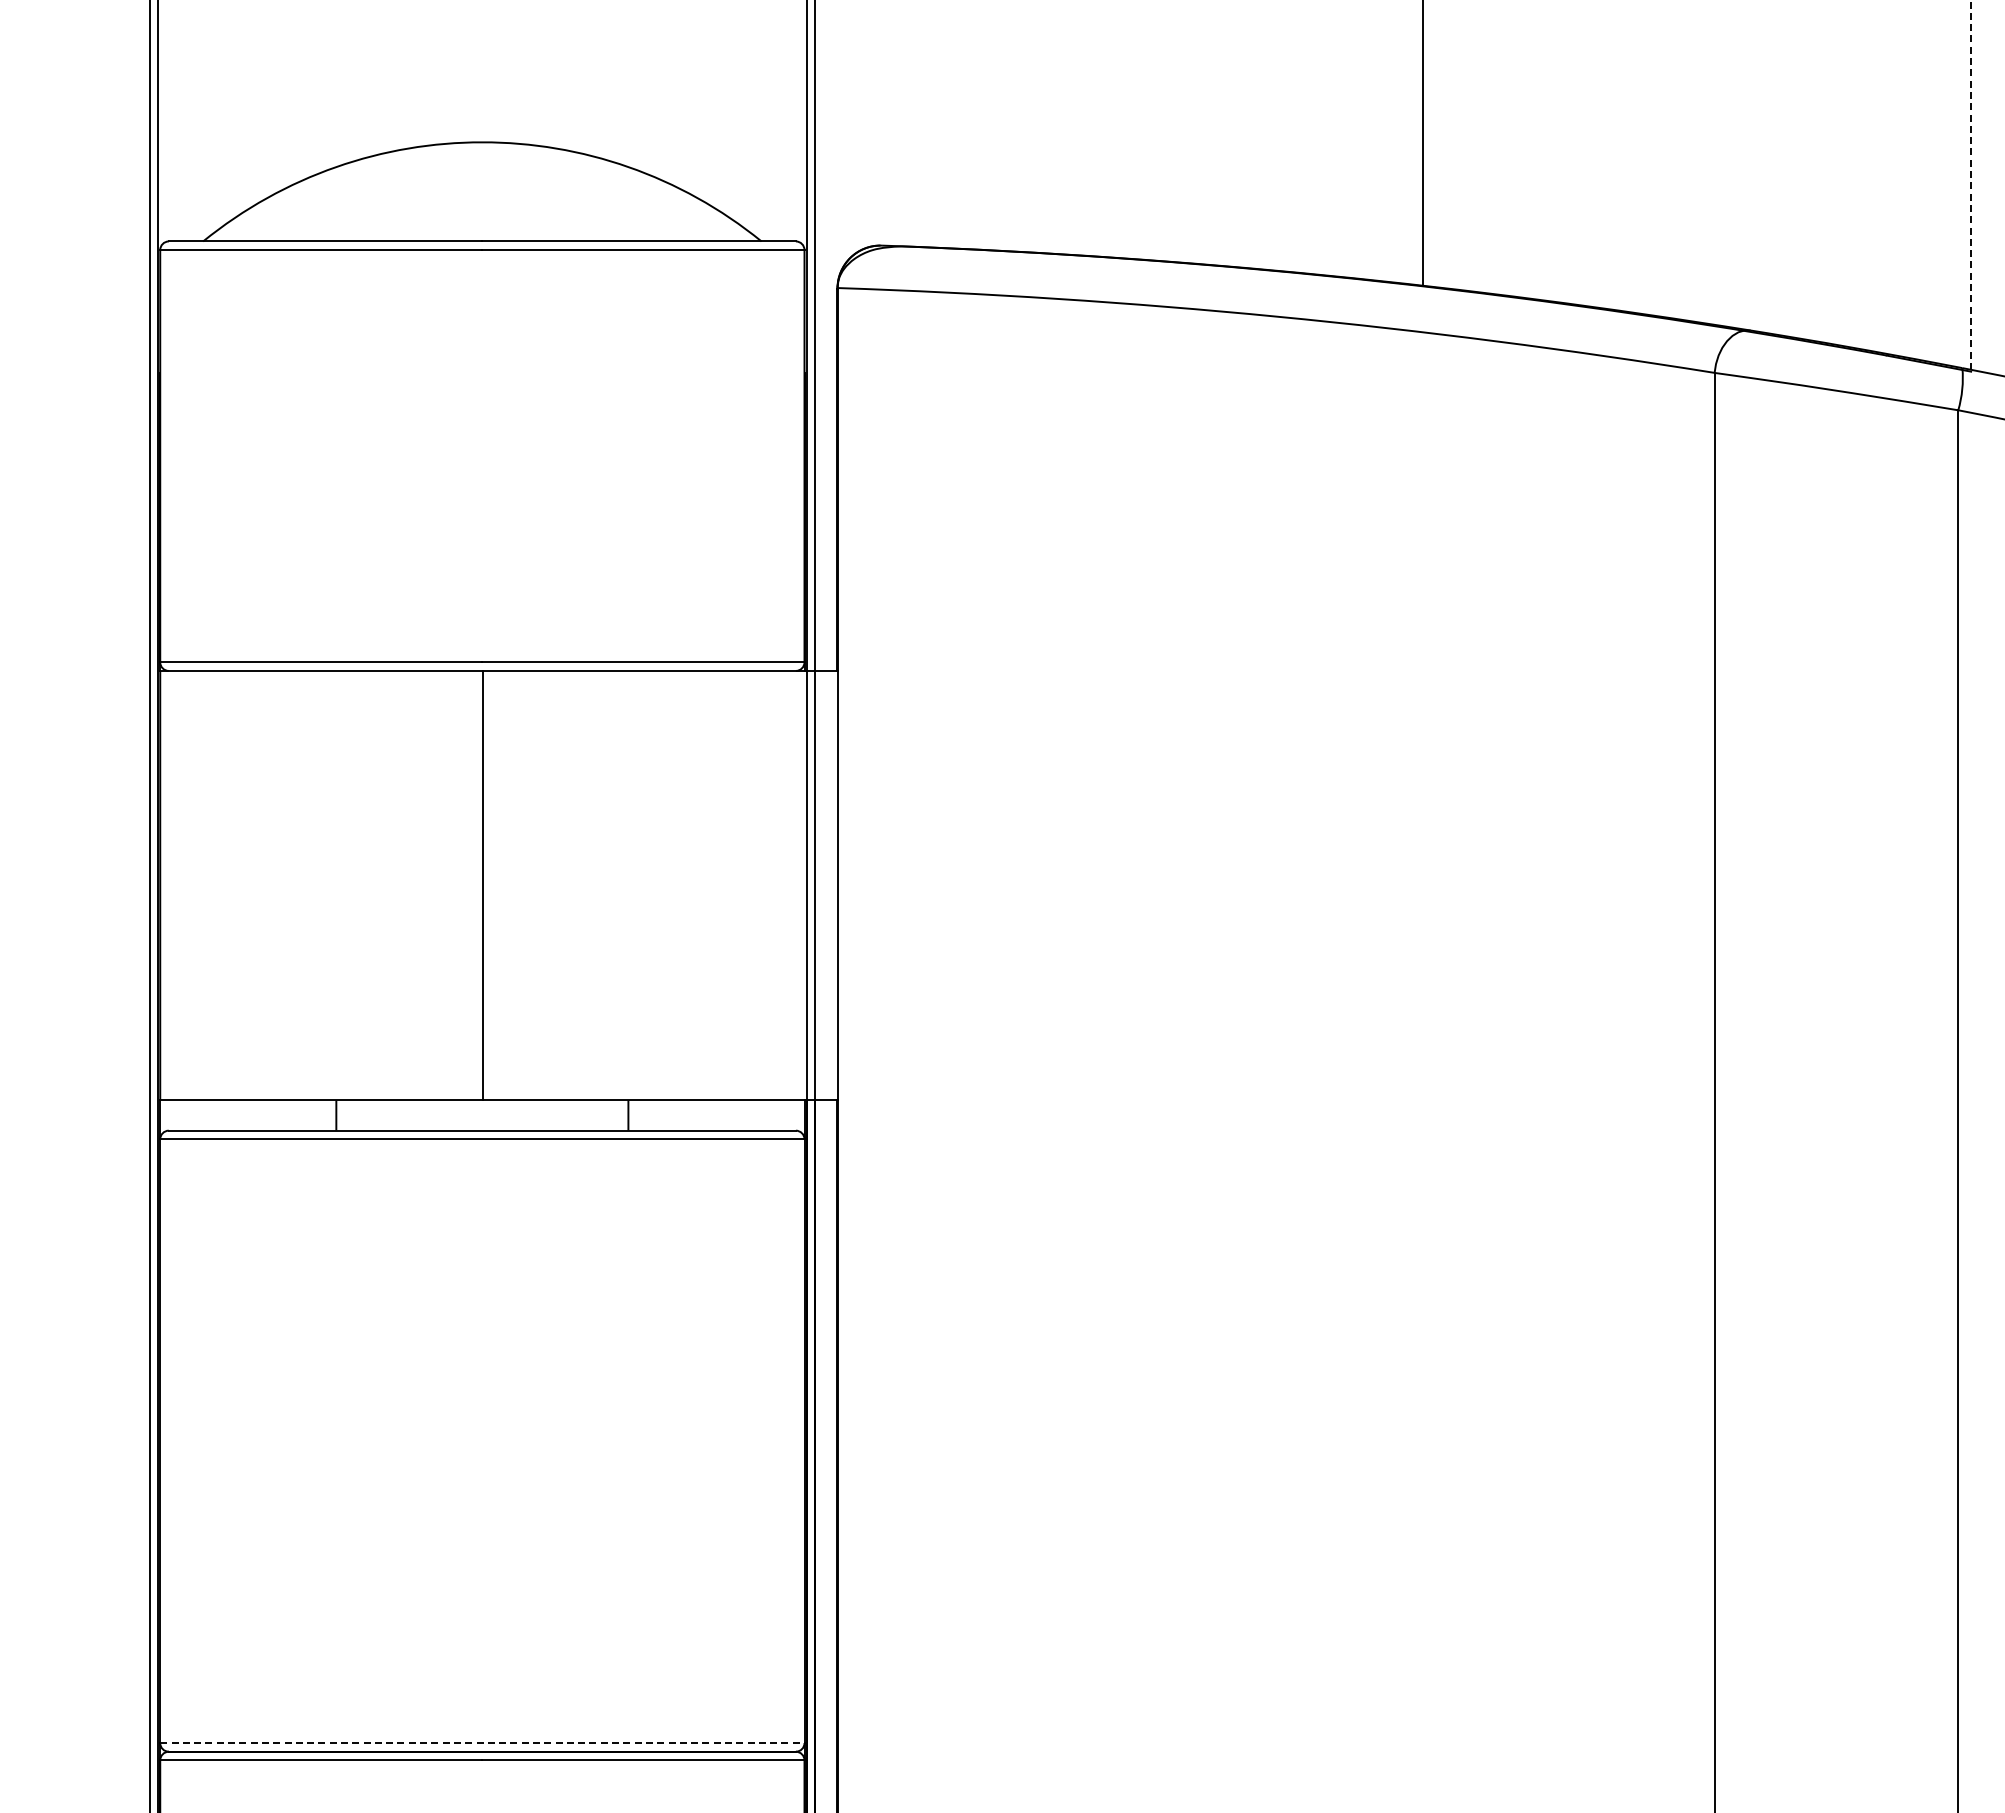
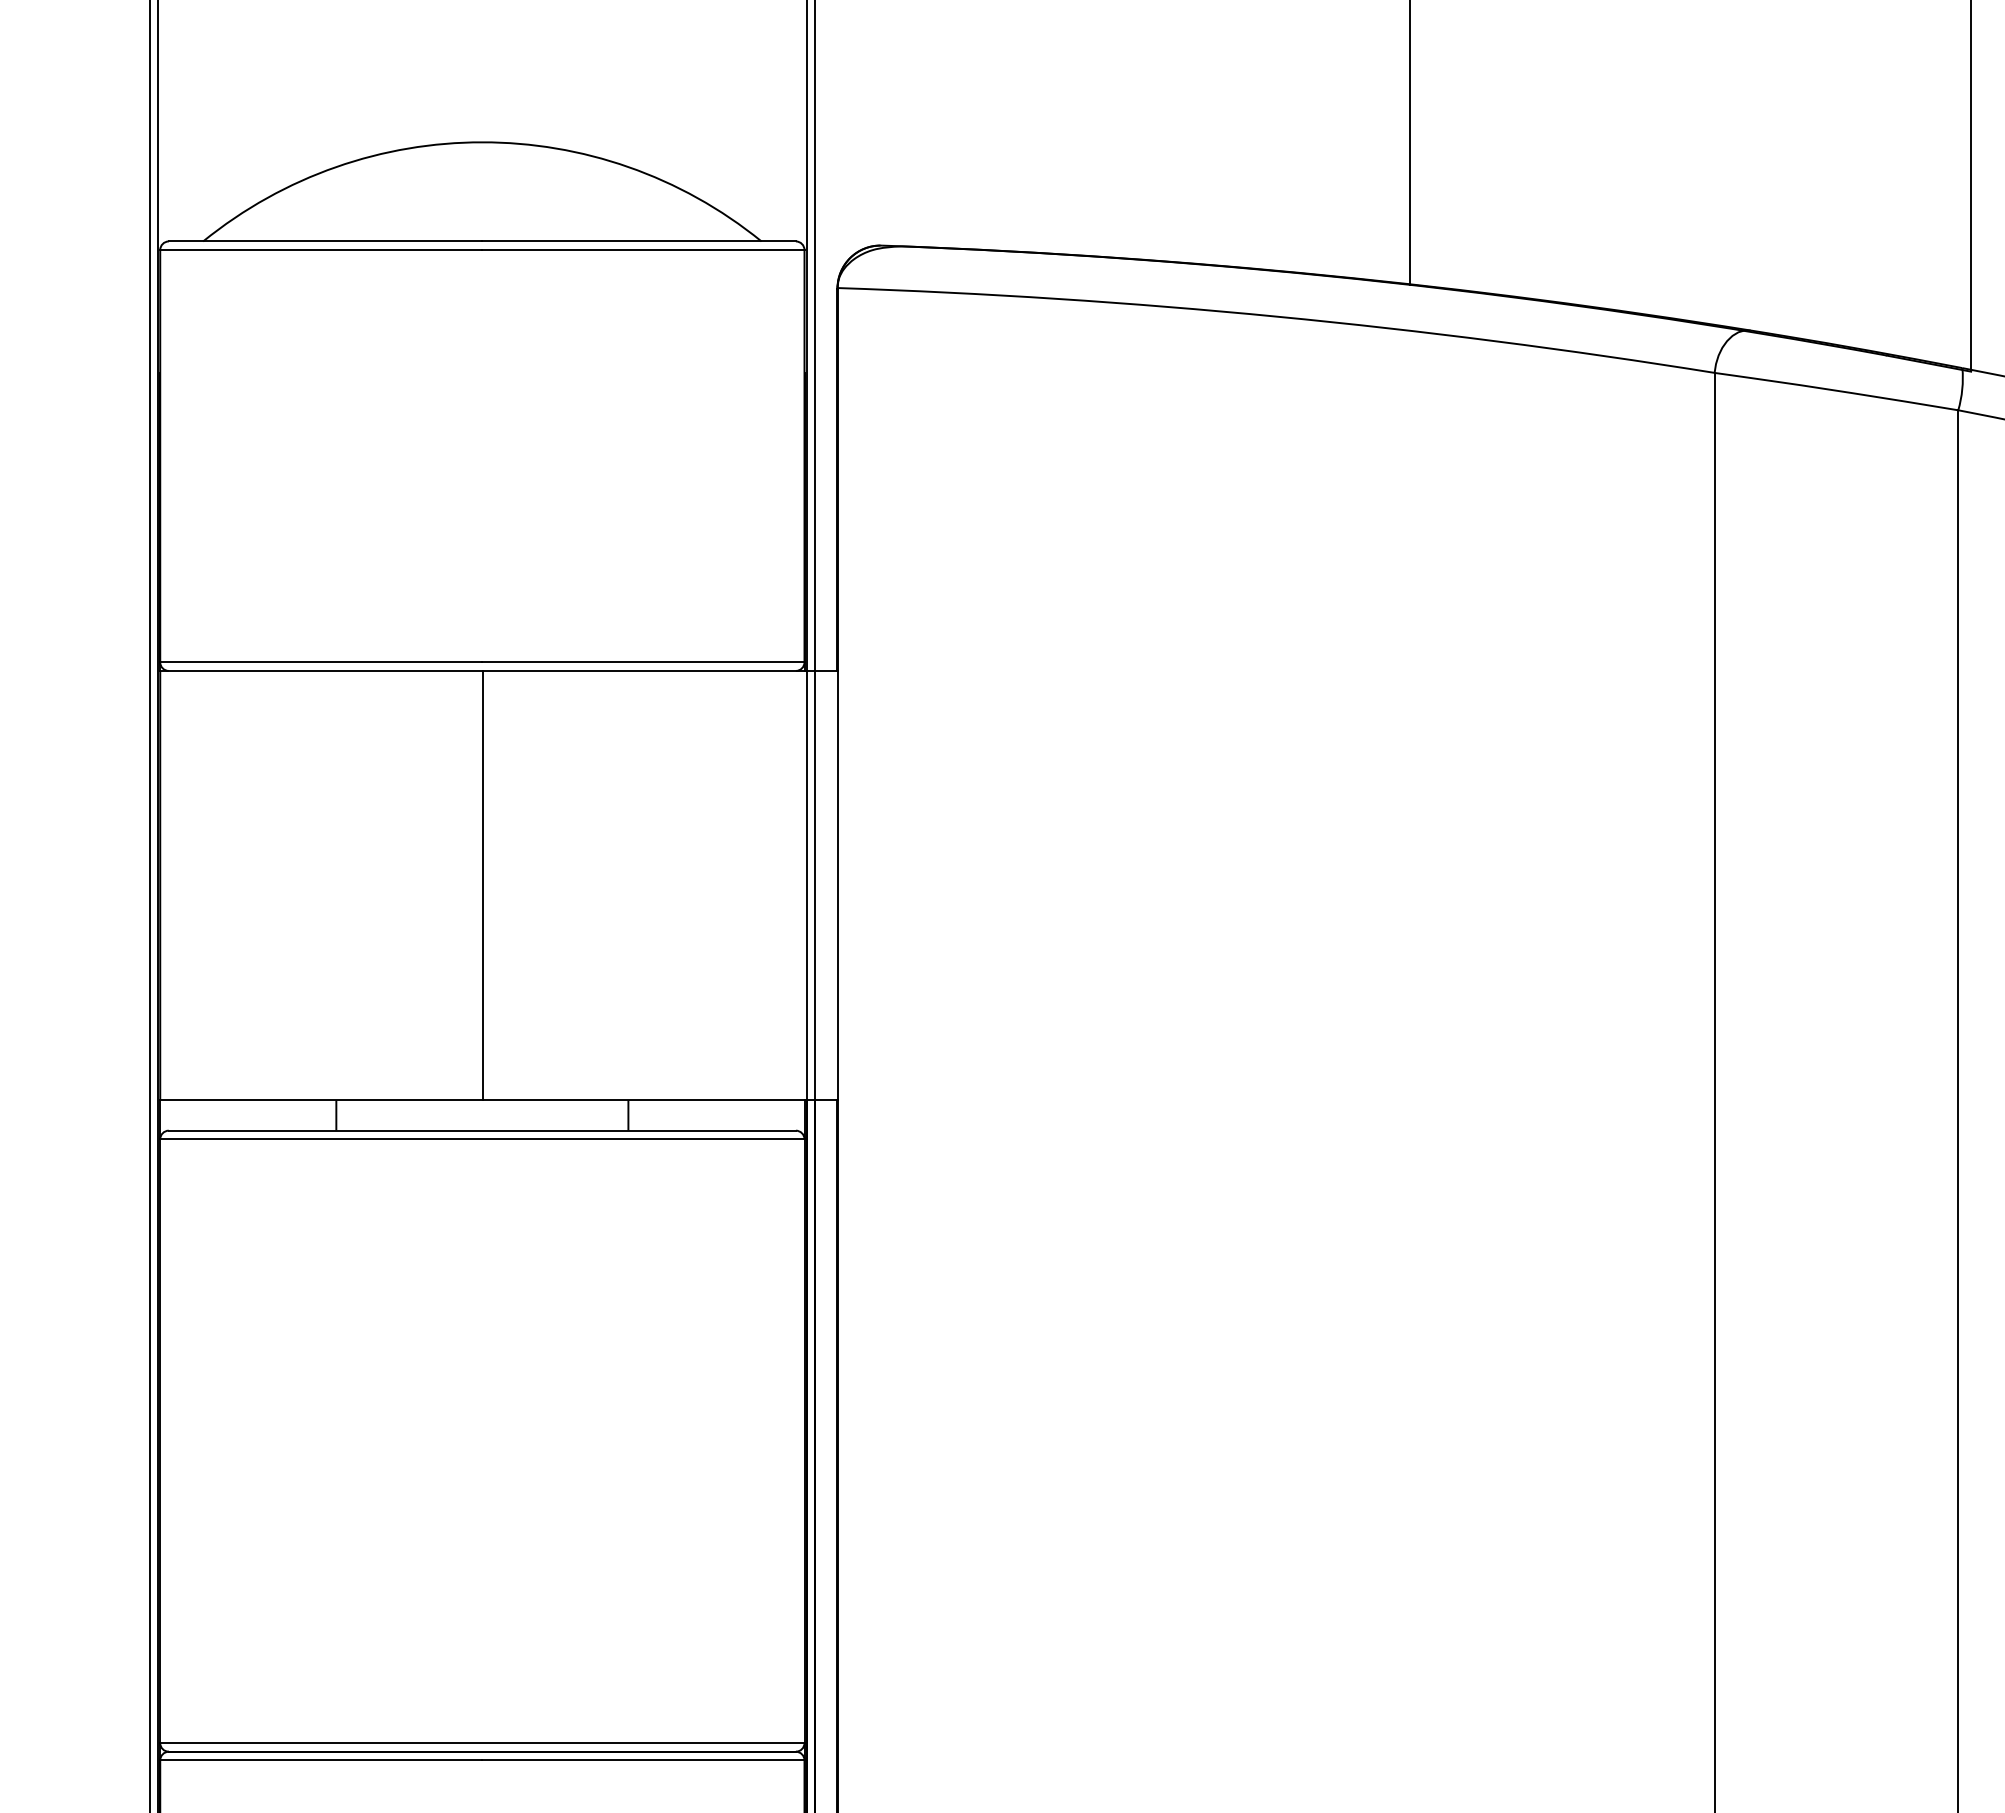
line at (1422, 143) position: (1422, 143) -> (1409, 143)
line at (1971, 184): dashed -> solid
line at (482, 1743): dashed -> solid
